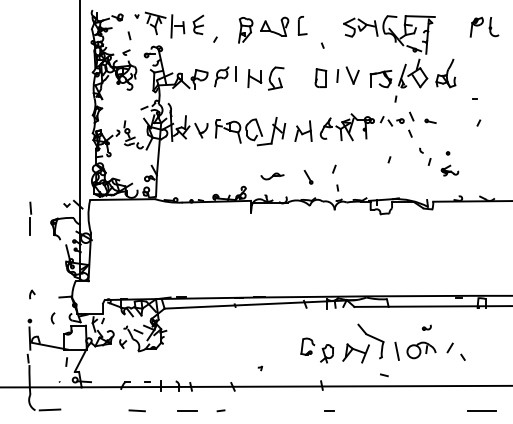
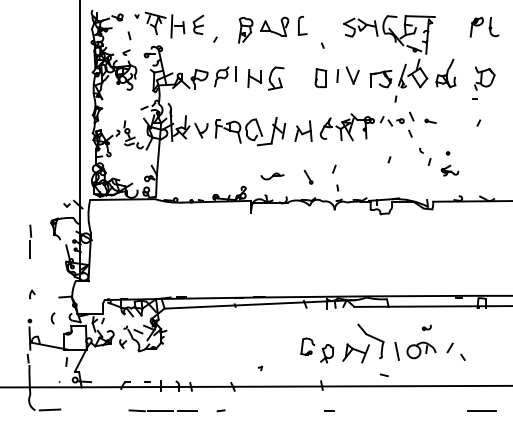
part at (484, 78): none -> present
part at (30, 218) position: (30, 218) -> (30, 241)
line at (160, 411): none -> present
